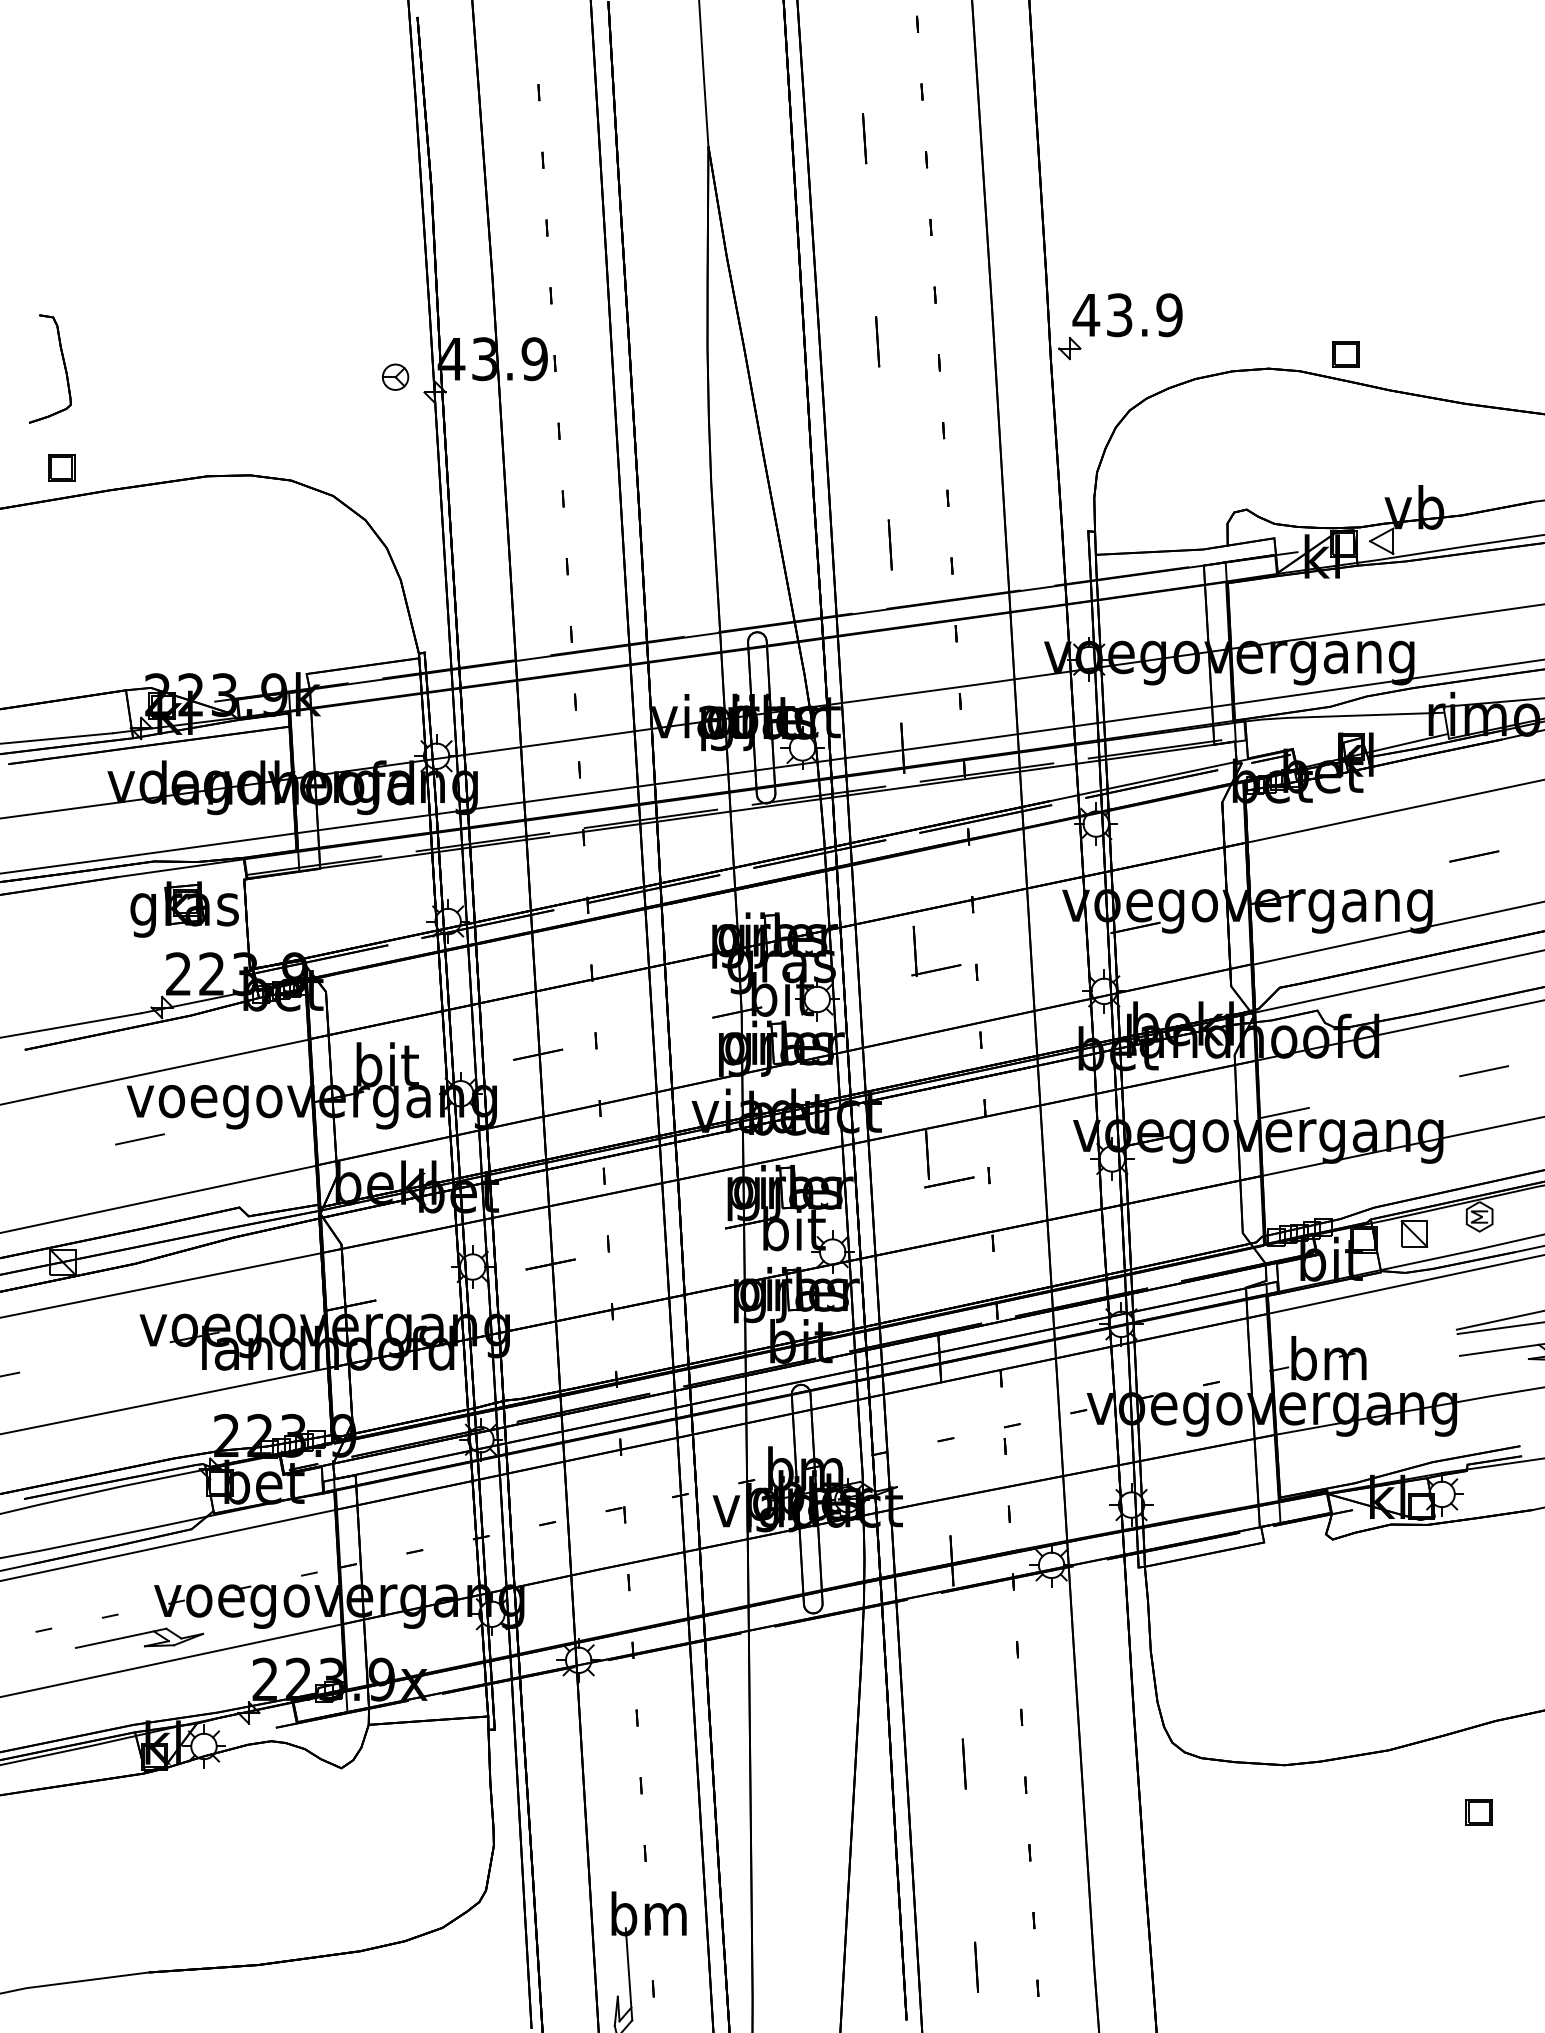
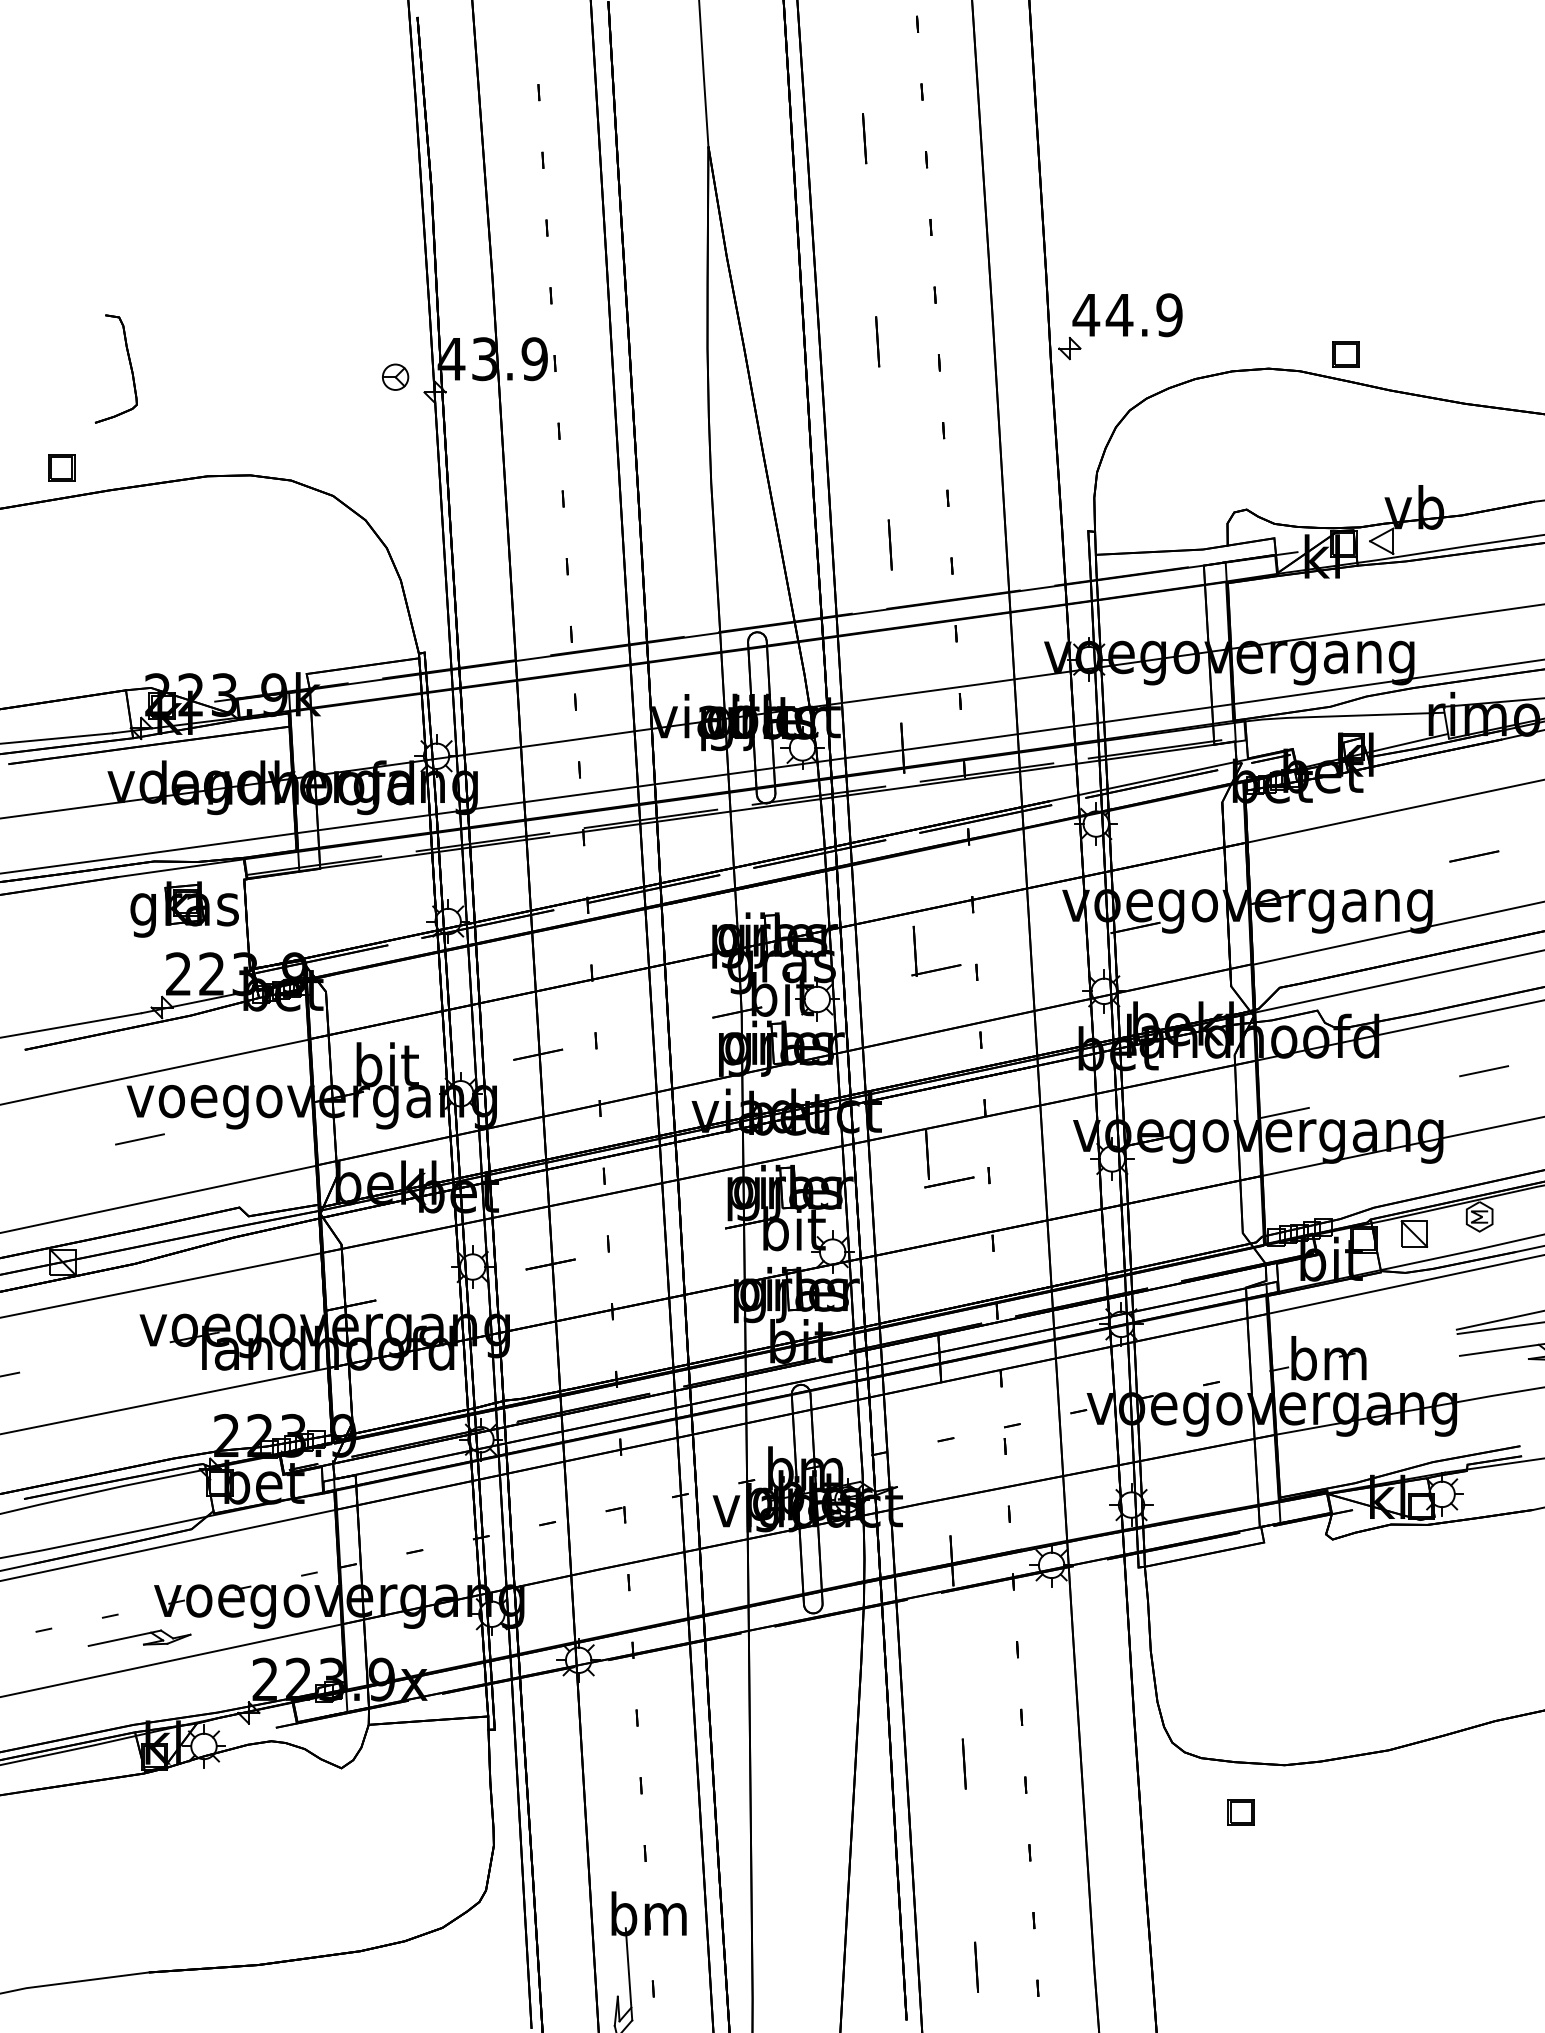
text at (1119, 315): 43.9 -> 44.9
part at (63, 365) position: (63, 365) -> (129, 365)
part at (139, 1637) size: 130x22 px -> 105x18 px
part at (1478, 1812) position: (1478, 1812) -> (1240, 1812)
